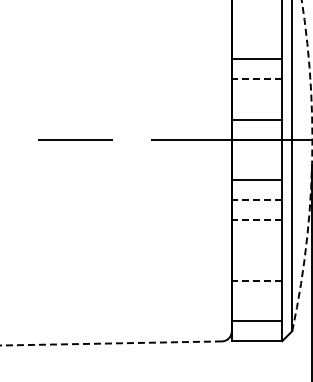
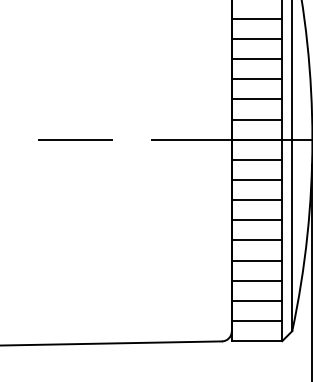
line at (256, 18): none -> present
line at (256, 39): none -> present
line at (256, 79): dashed -> solid
line at (256, 99): none -> present
line at (256, 159): none -> present
arc at (312, 165): dashed -> solid
line at (256, 200): dashed -> solid
line at (256, 220): dashed -> solid
line at (256, 240): none -> present
line at (256, 260): none -> present
line at (256, 280): dashed -> solid
line at (256, 300): none -> present
line at (110, 343): dashed -> solid
